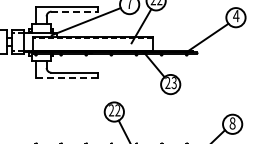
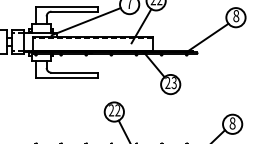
line at (75, 11): dashed -> solid
text at (236, 16): 4 -> 8
line at (67, 77): dashed -> solid
